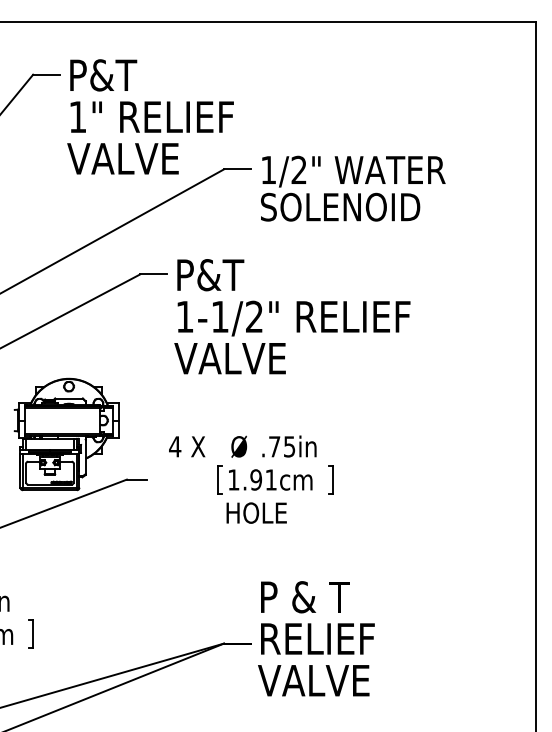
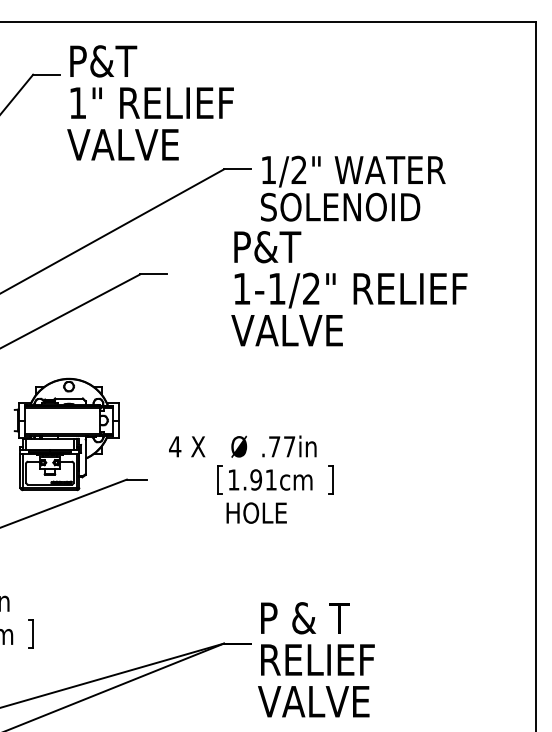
text at (150, 116) position: (150, 116) -> (150, 102)
text at (292, 316) position: (292, 316) -> (349, 288)
text at (289, 446): .75in -> .77in
text at (316, 638) position: (316, 638) -> (316, 659)
